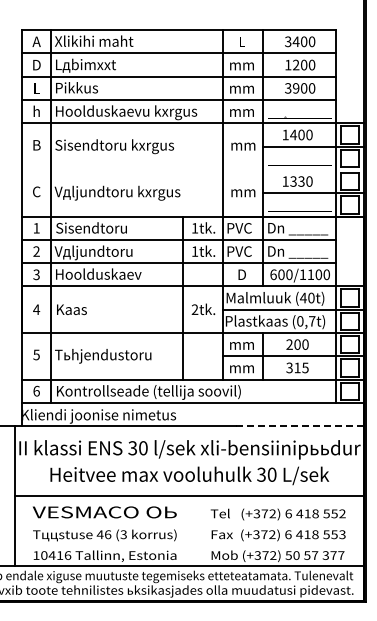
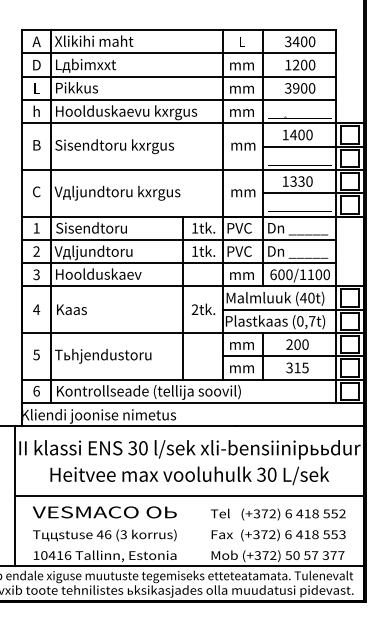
line at (193, 169): none -> present
text at (241, 274): D -> mm
line at (300, 426): dashed -> solid
